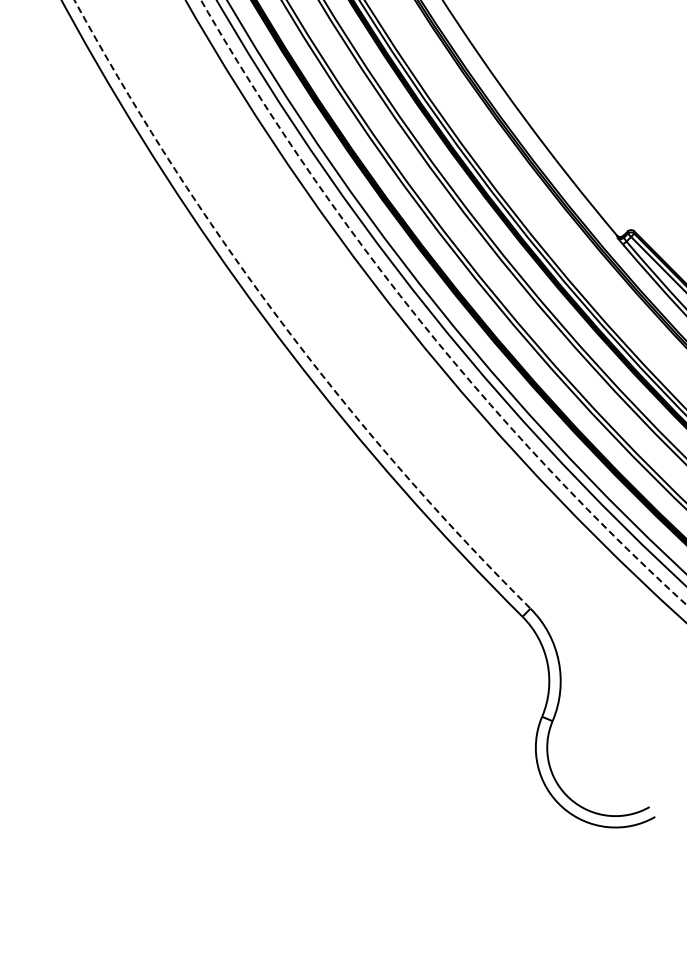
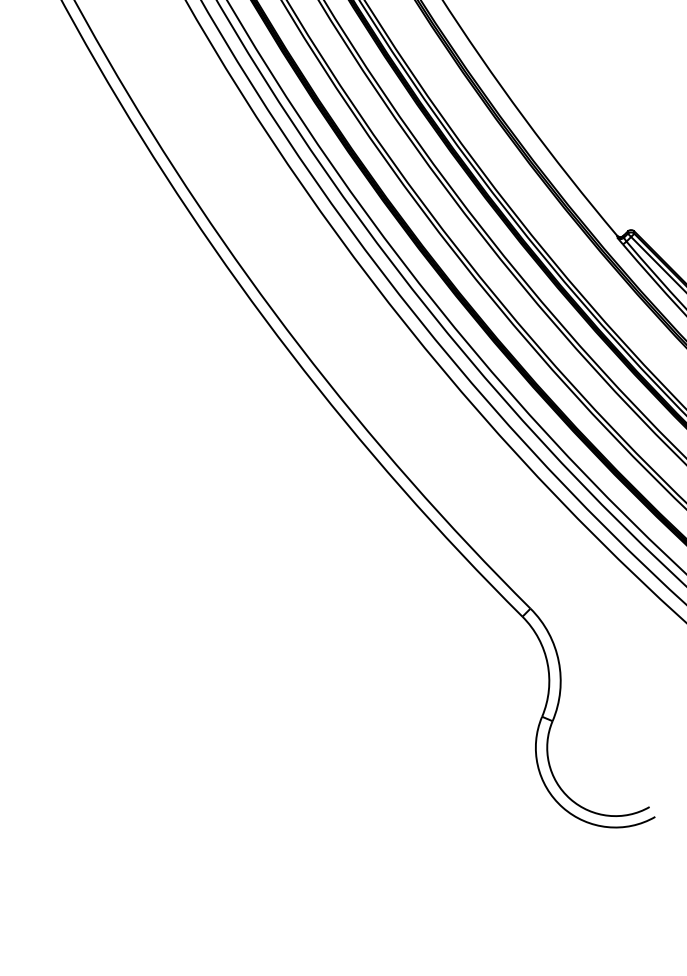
arc at (279, 319): dashed -> solid
arc at (421, 322): dashed -> solid
